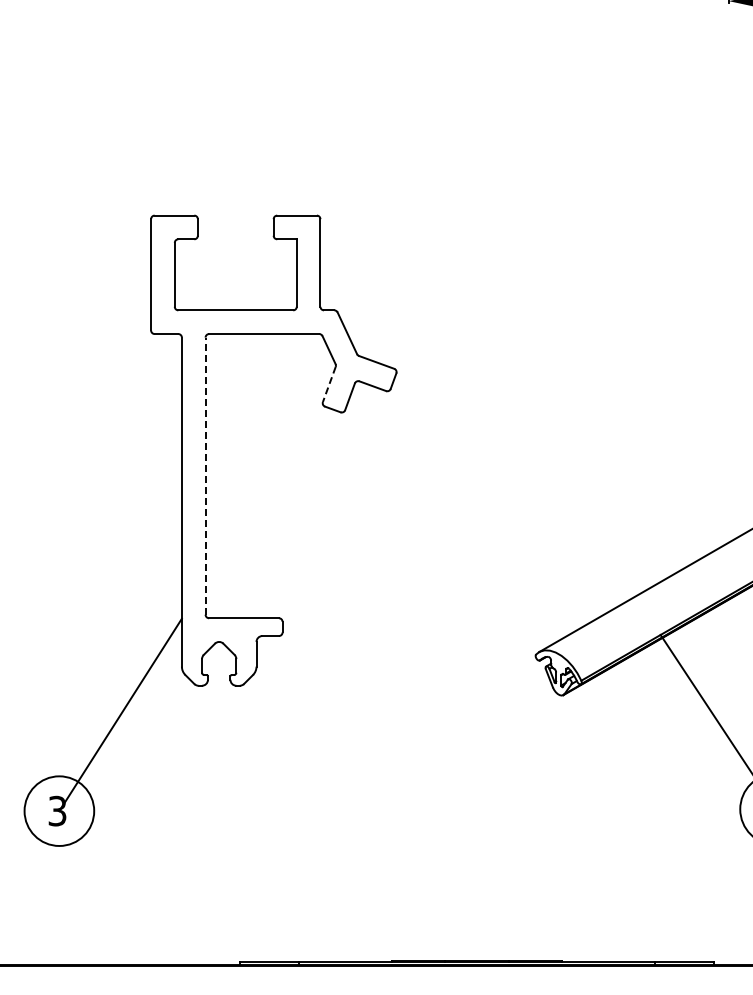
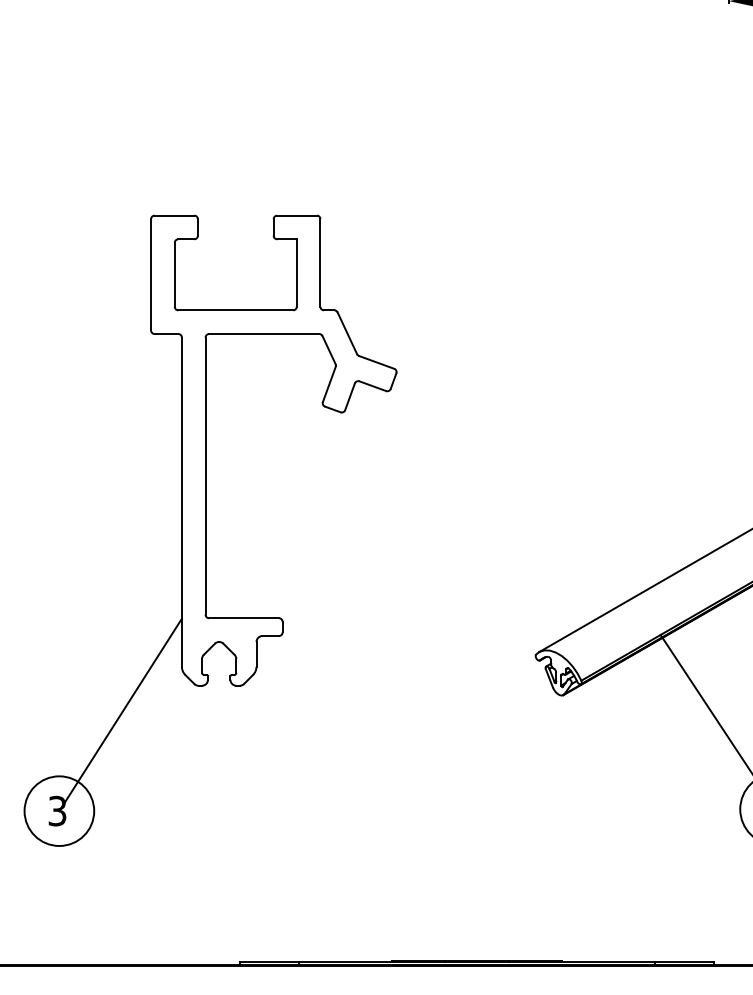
line at (329, 384): dashed -> solid
line at (205, 476): dashed -> solid
